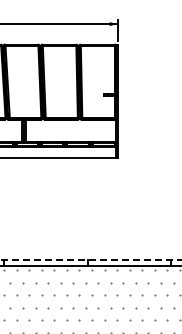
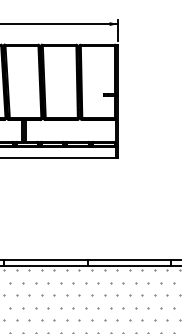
line at (91, 260): dashed -> solid
